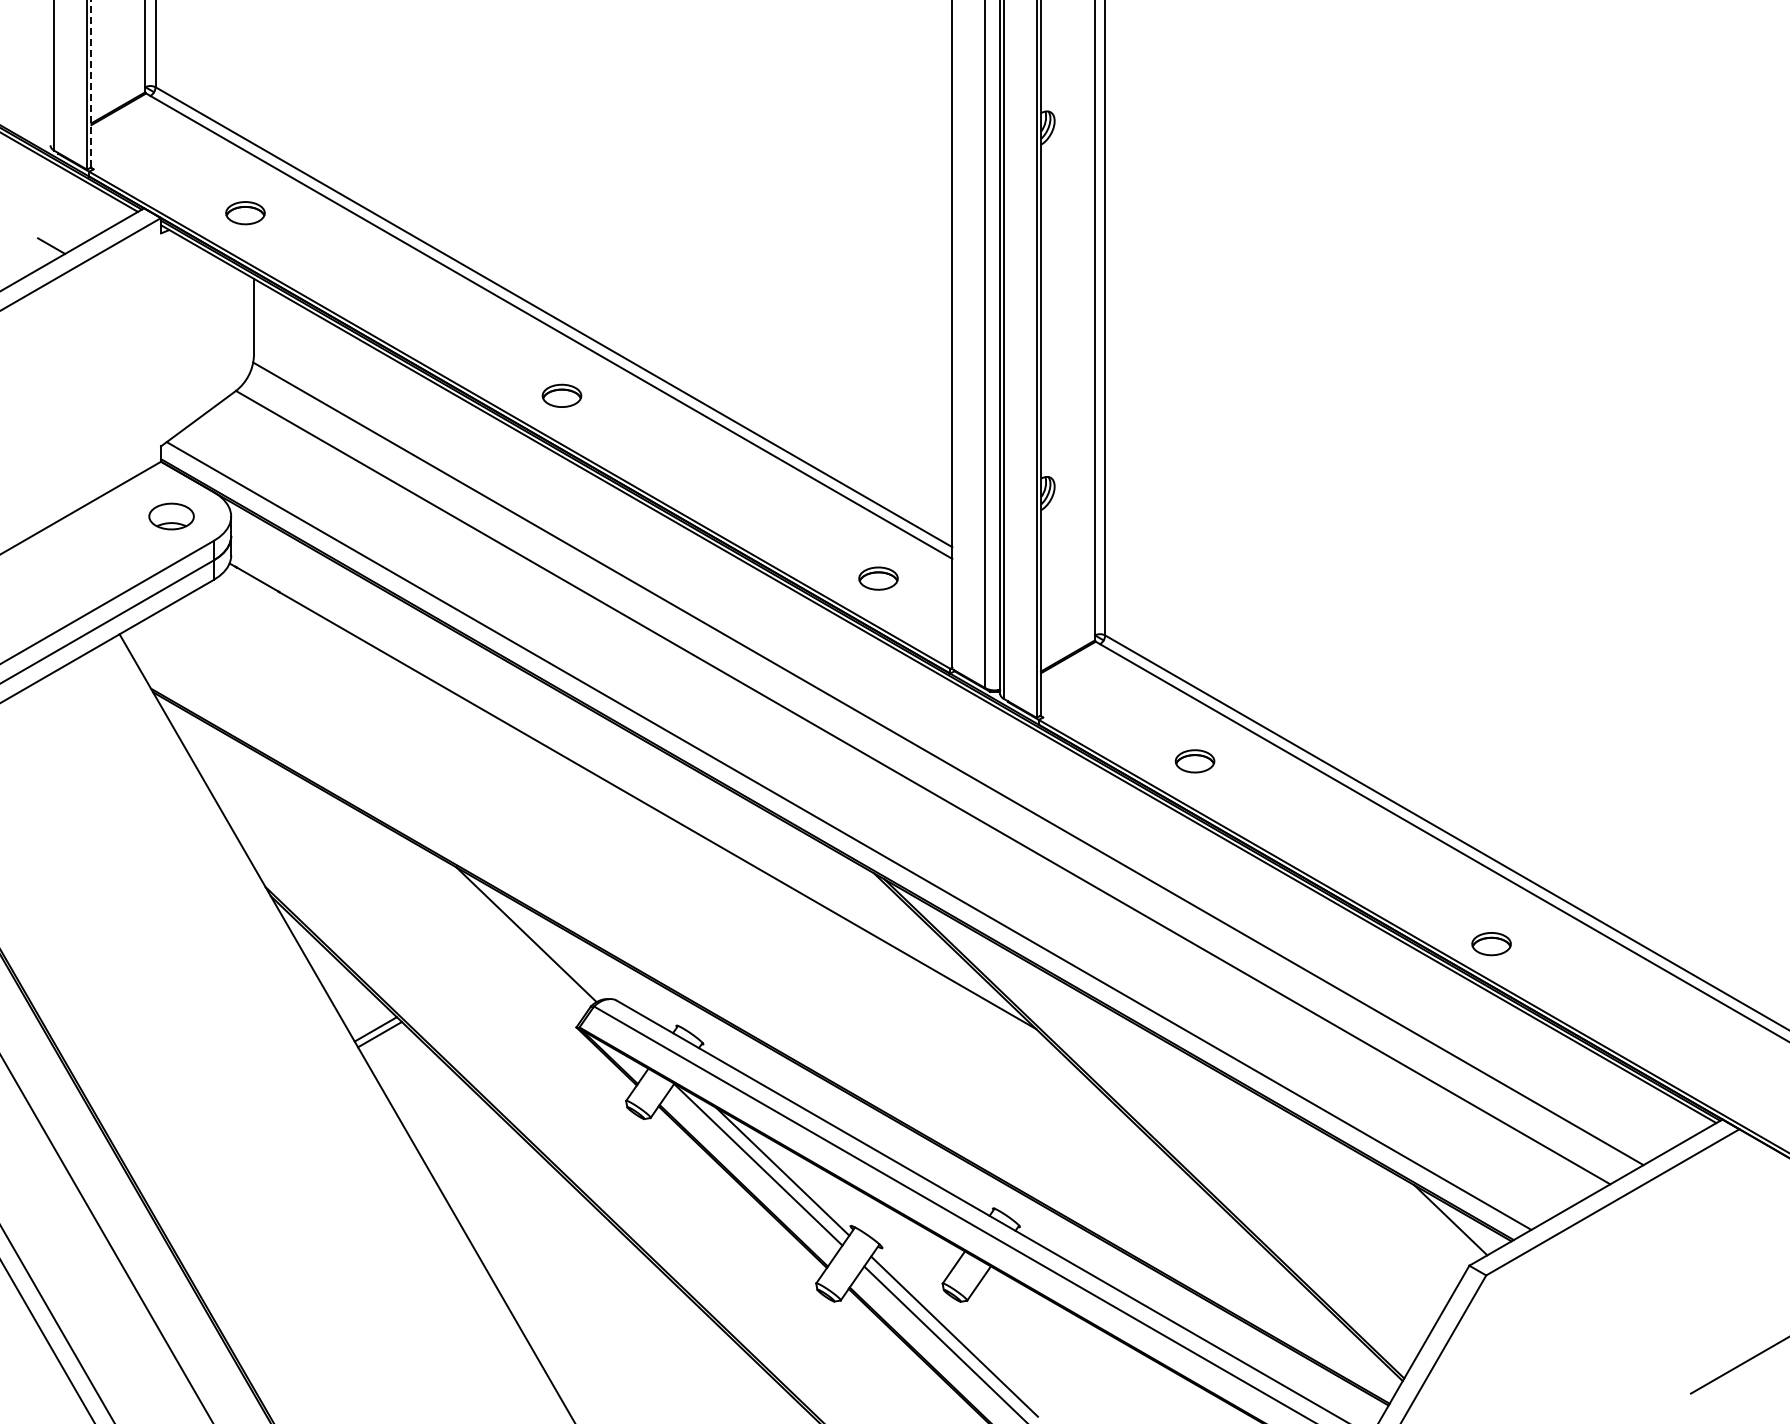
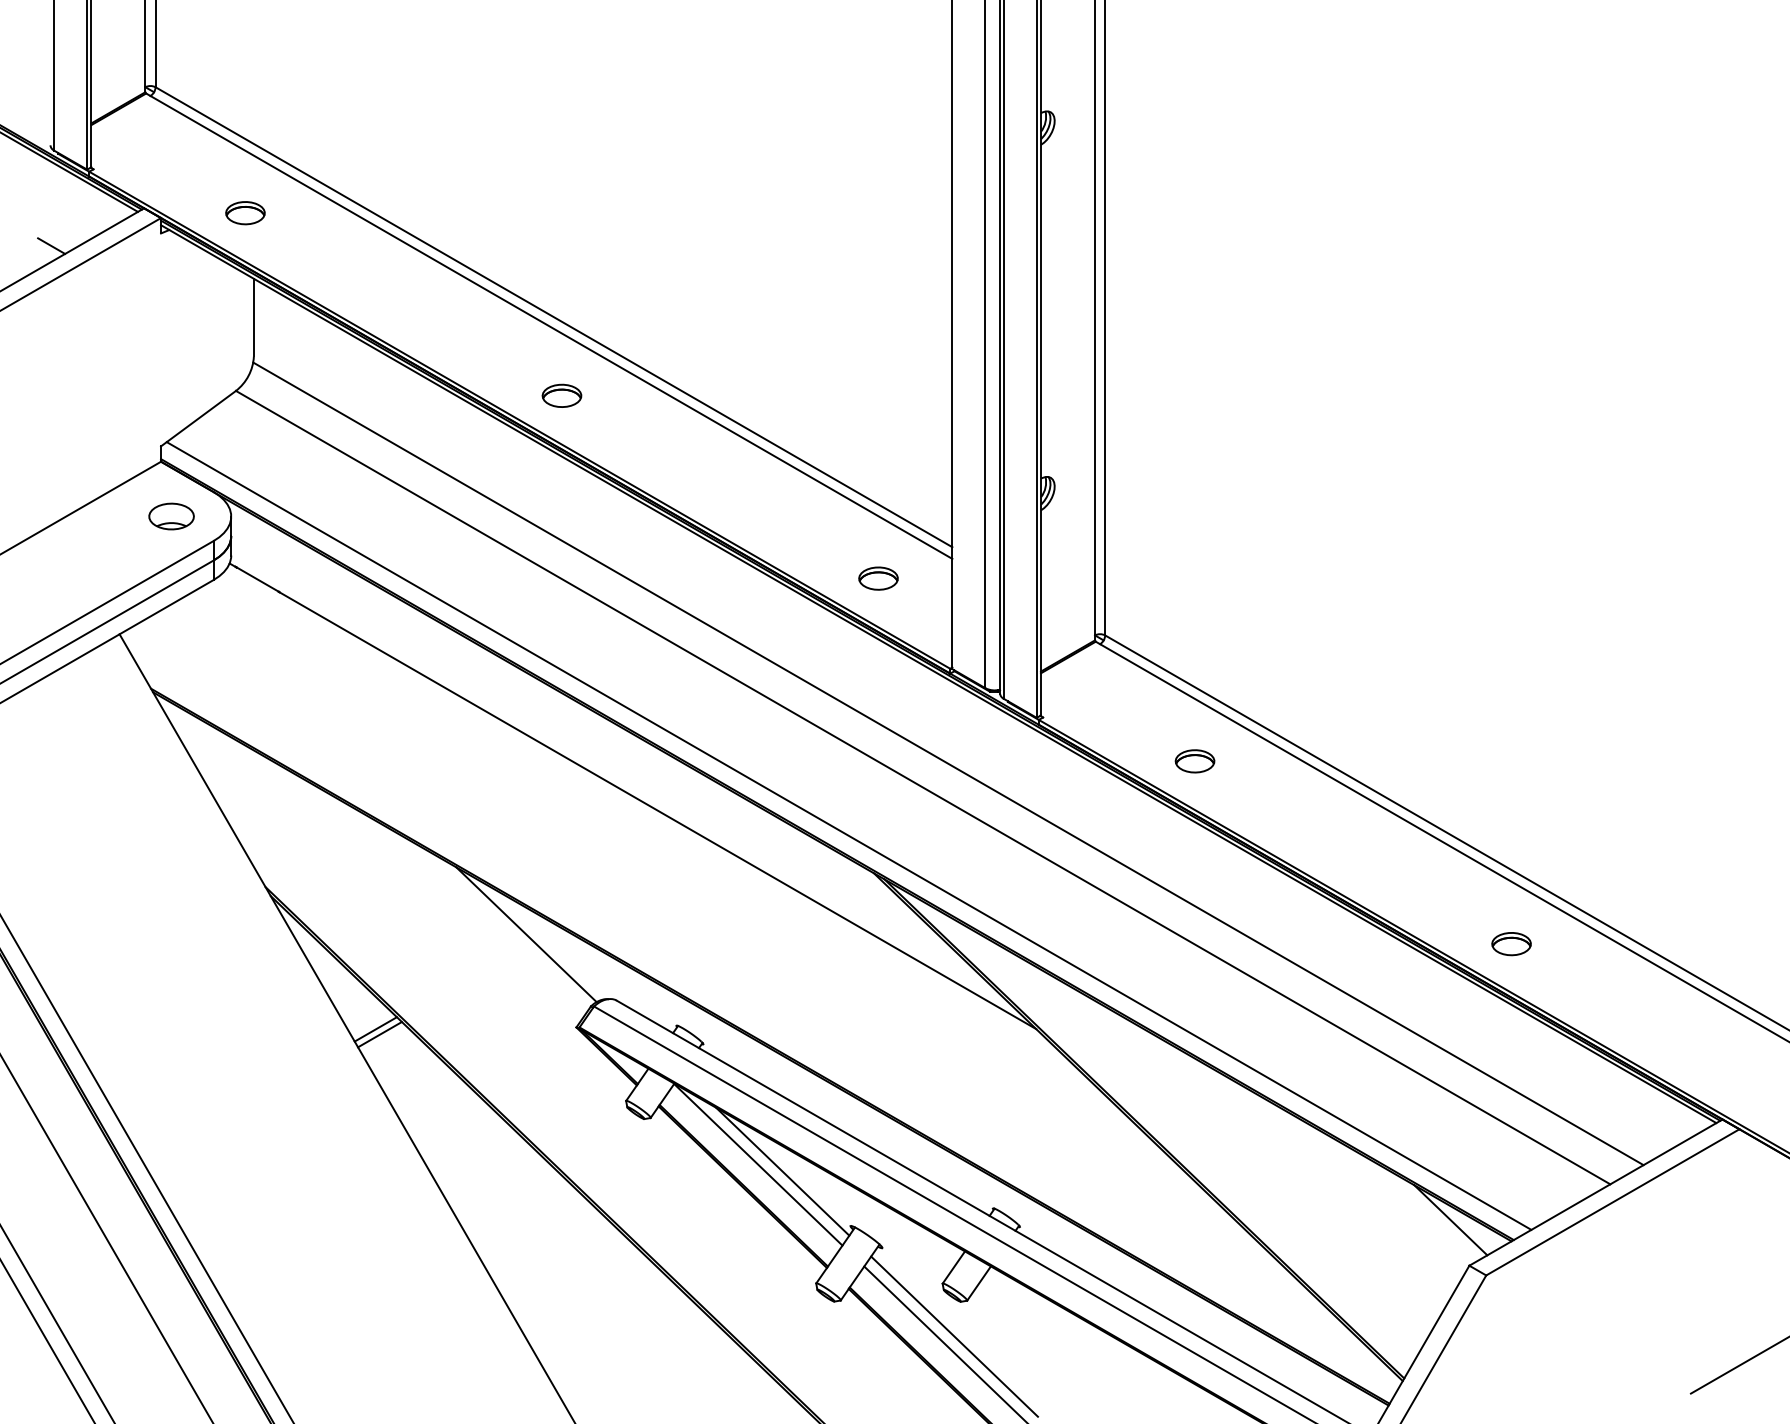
line at (91, 83): dashed -> solid
part at (1491, 944) position: (1491, 944) -> (1511, 944)
line at (147, 1169): none -> present
